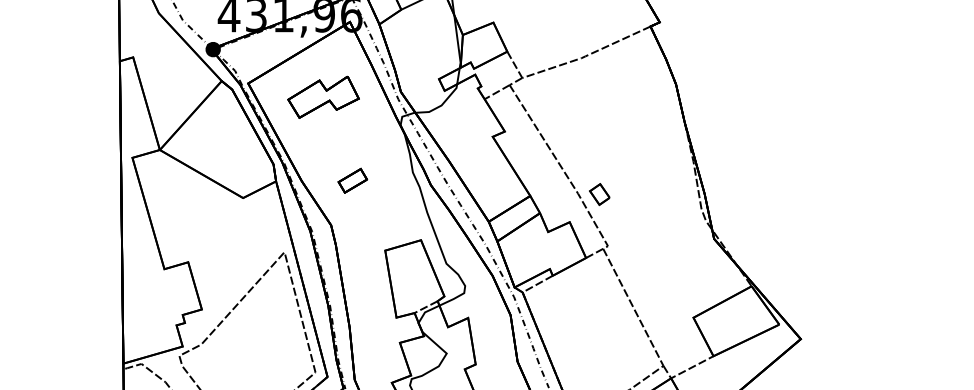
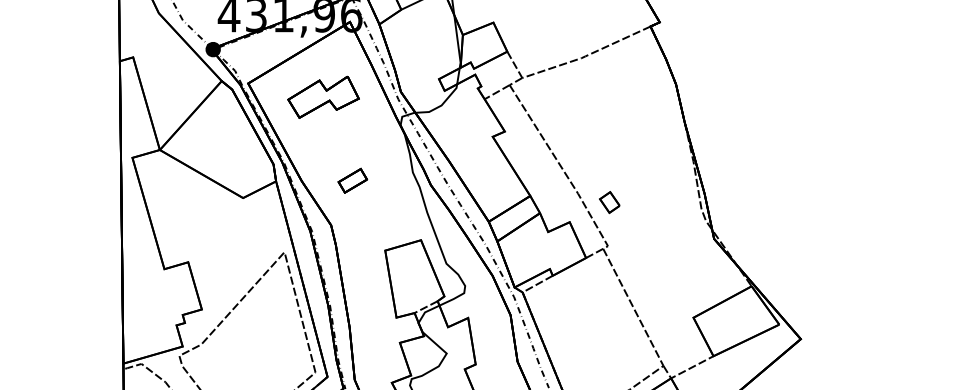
part at (599, 194) position: (599, 194) -> (609, 202)
